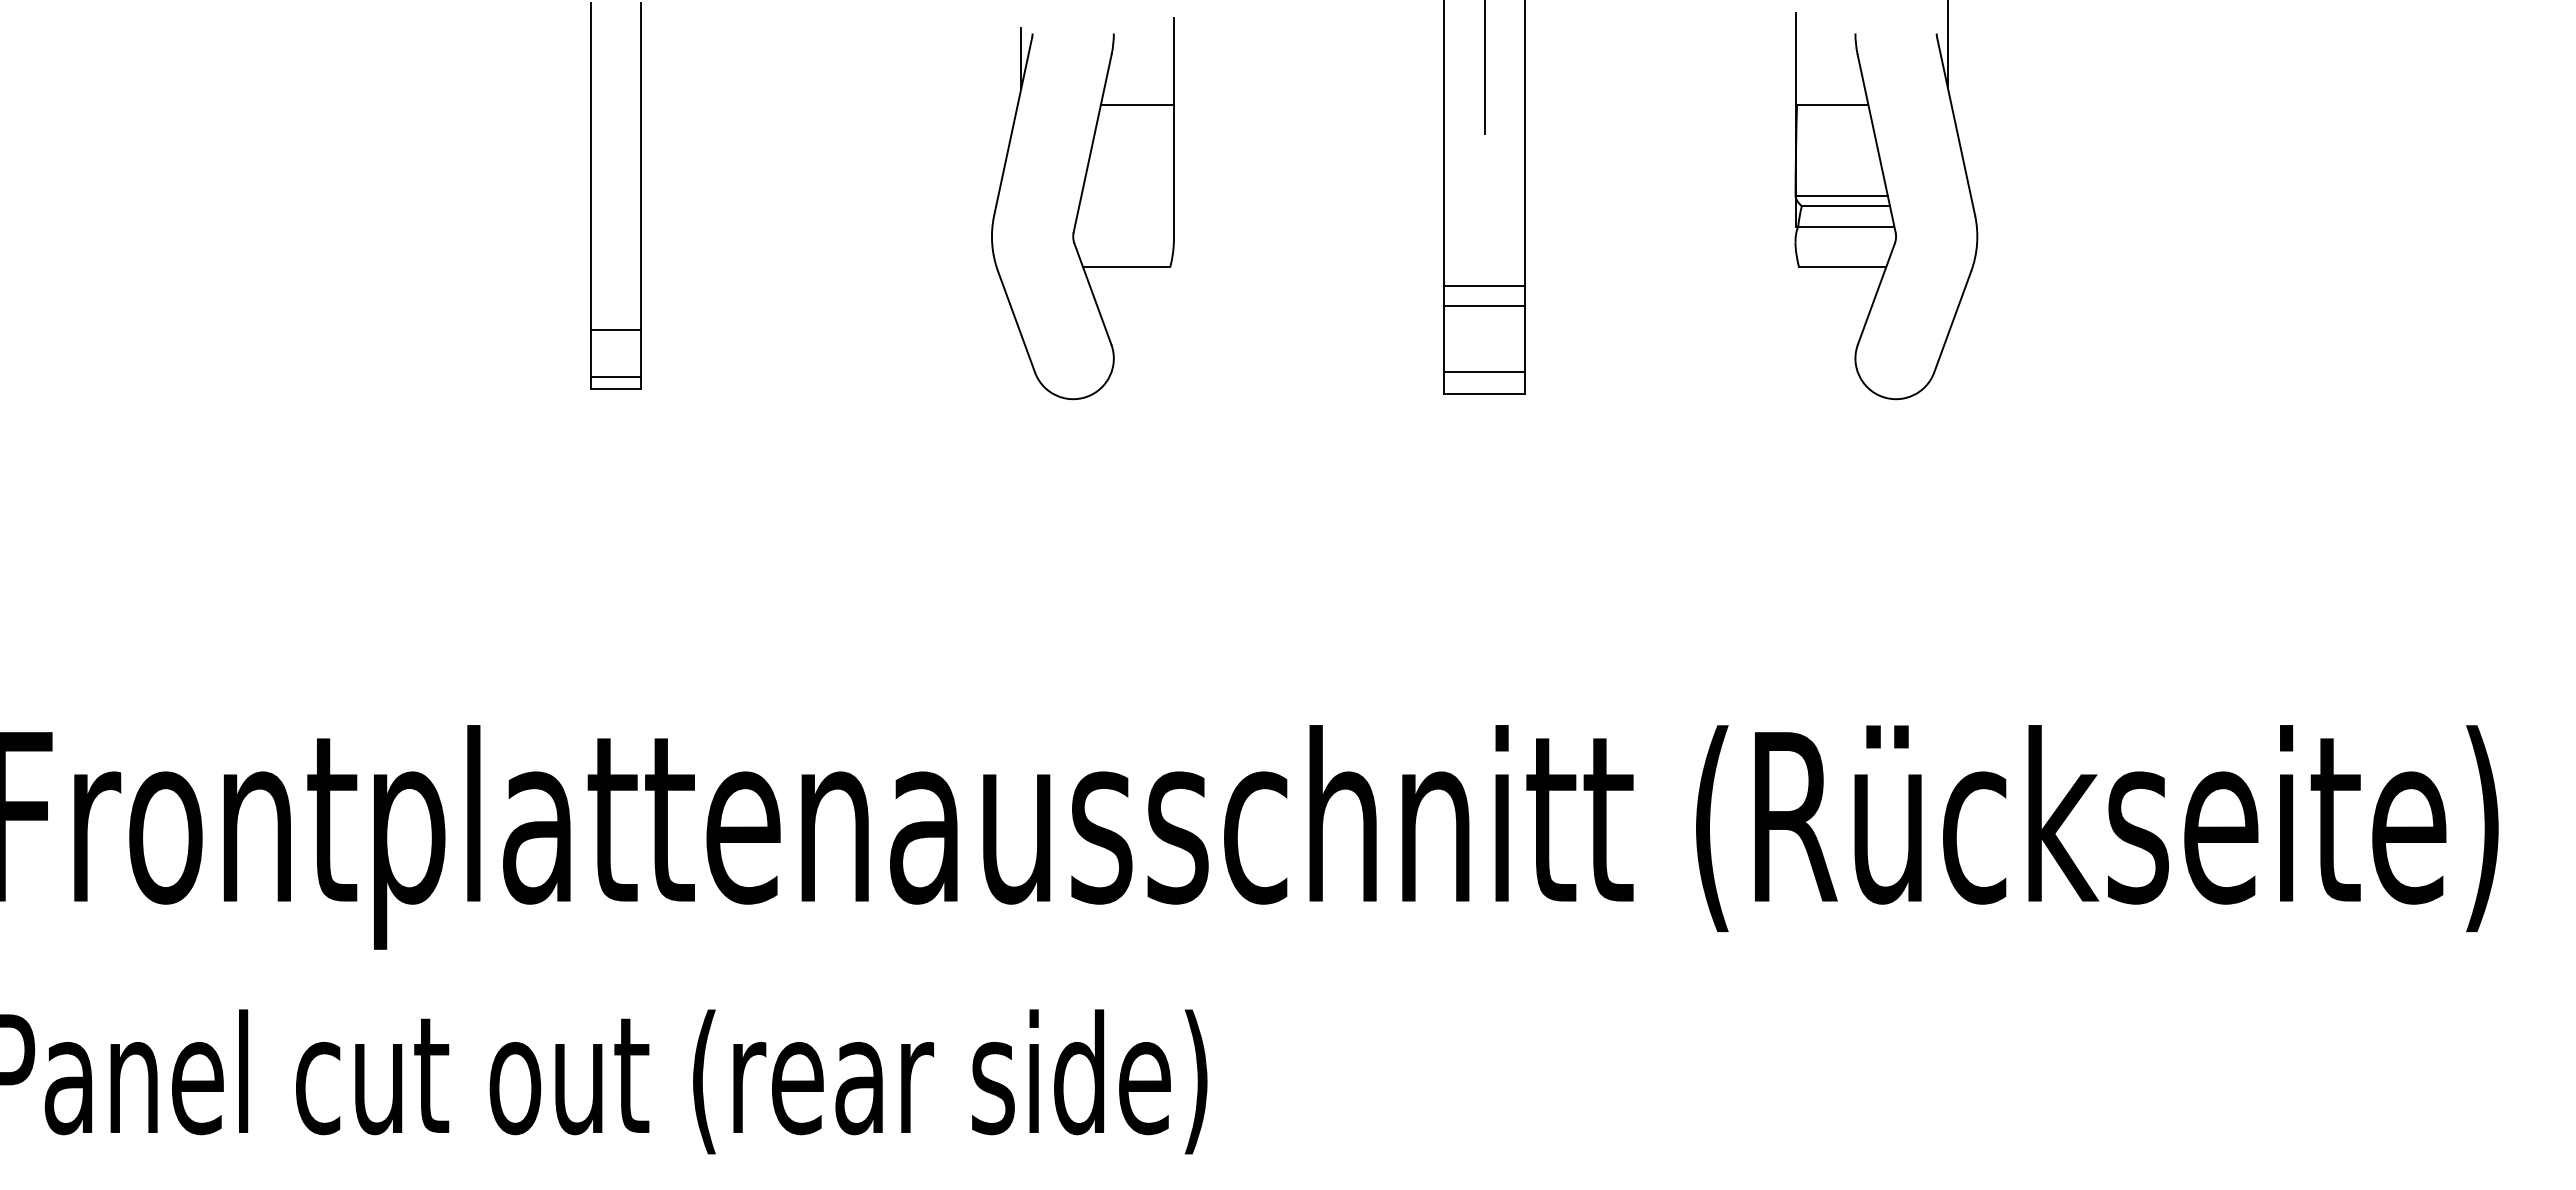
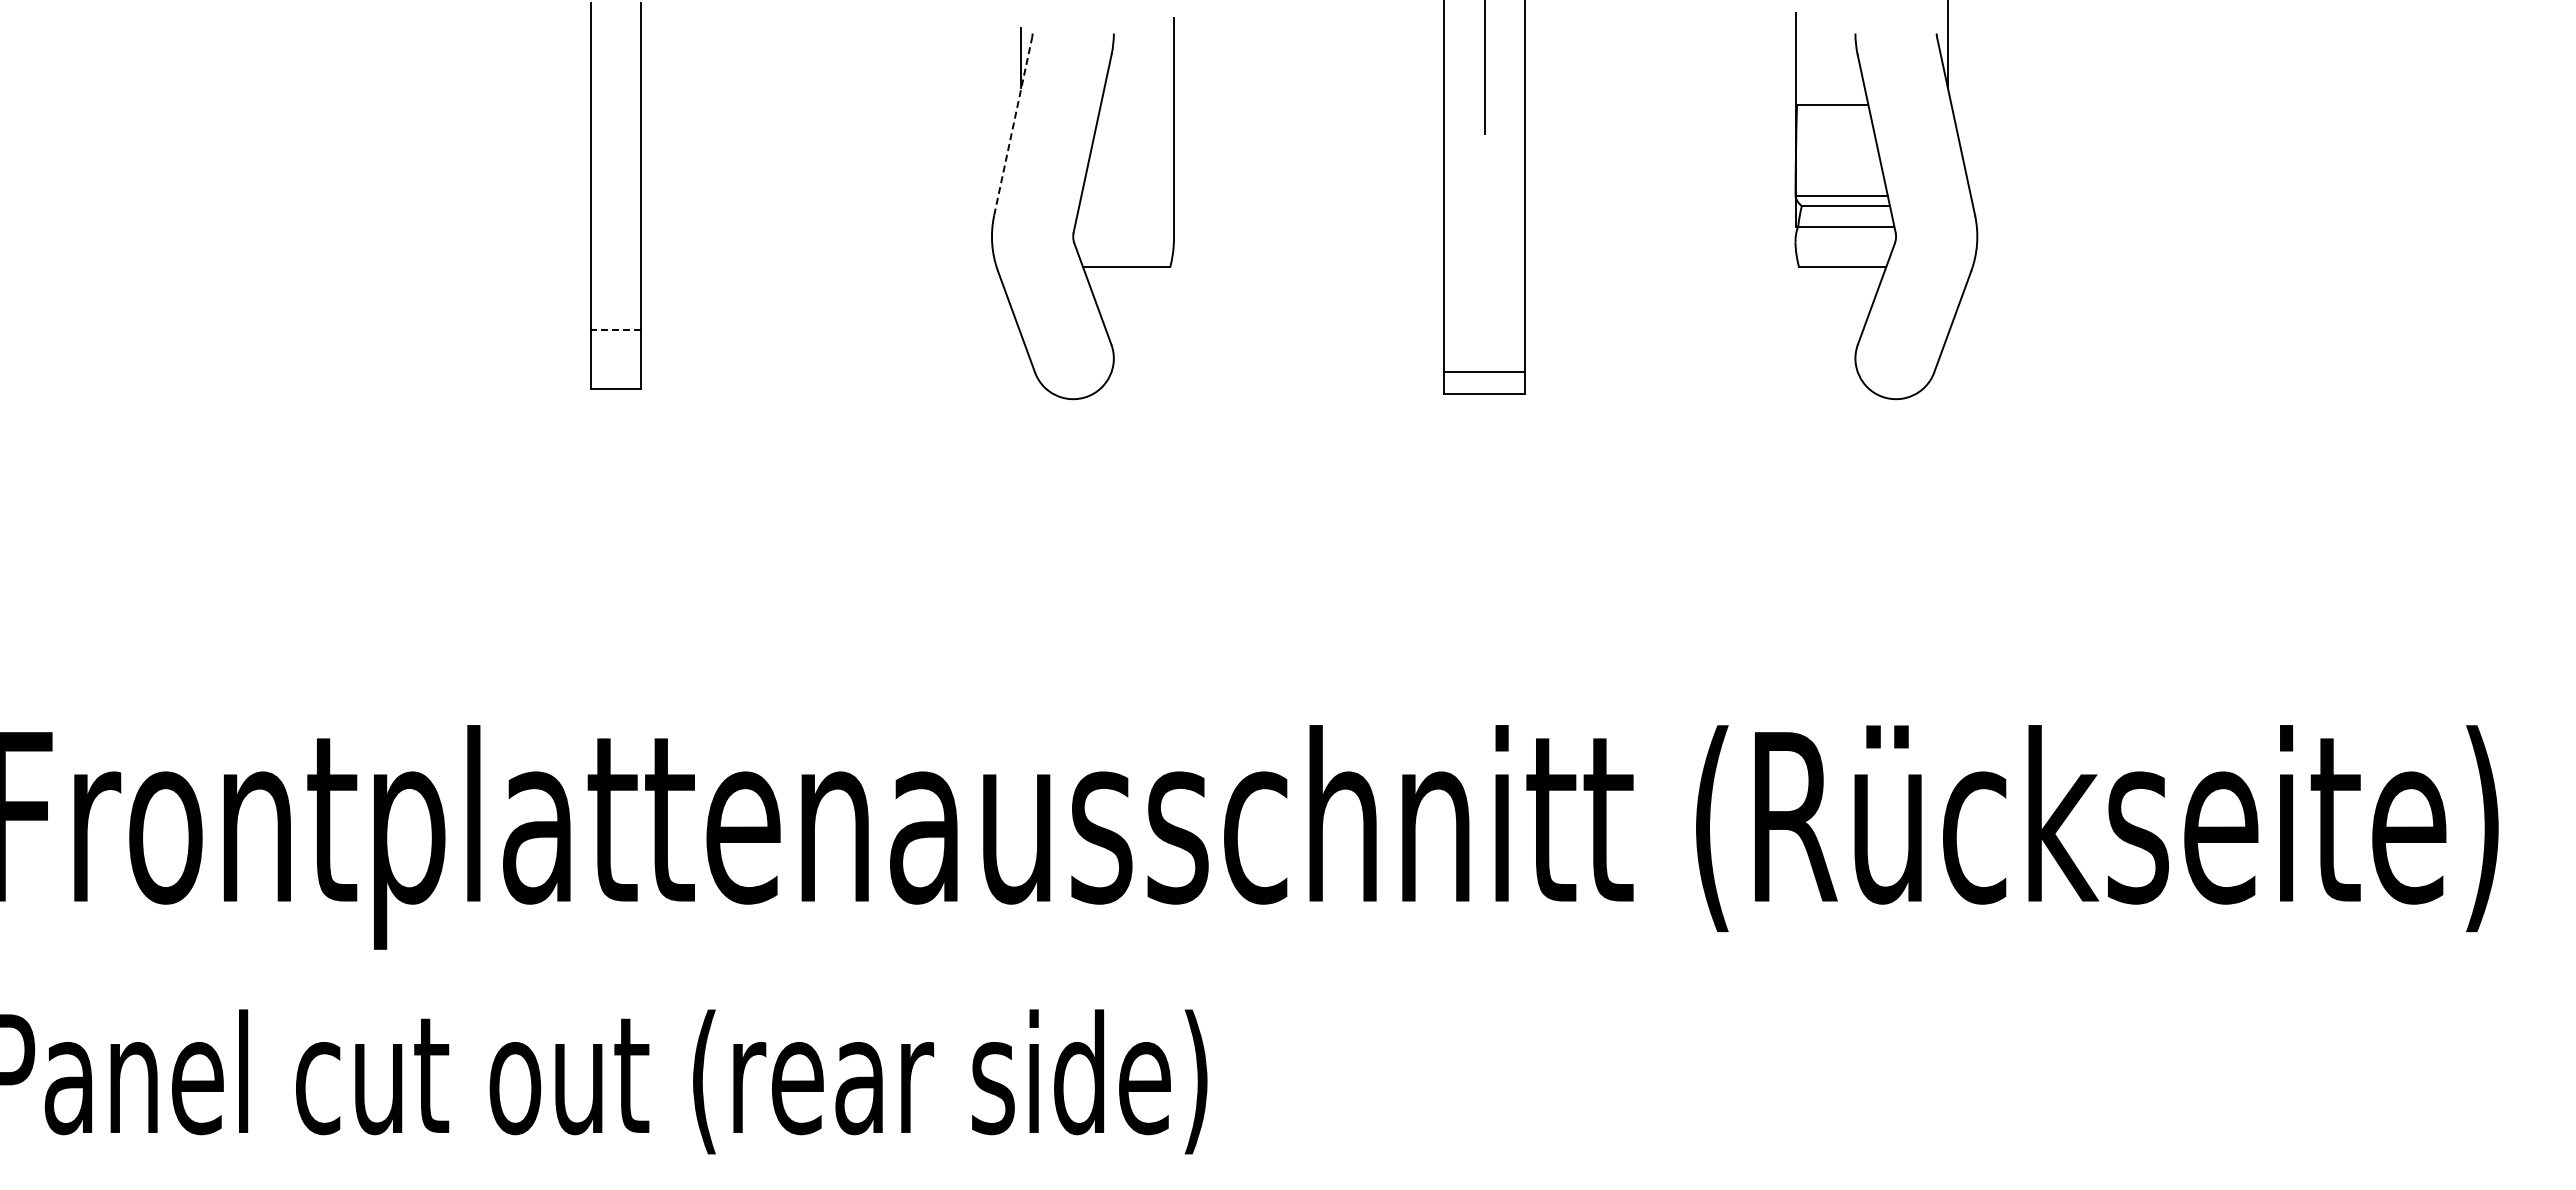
line at (1136, 104): present -> none
line at (1013, 126): solid -> dashed
line at (1484, 285): present -> none
line at (1484, 305): present -> none
line at (615, 329): solid -> dashed
line at (615, 377): present -> none
